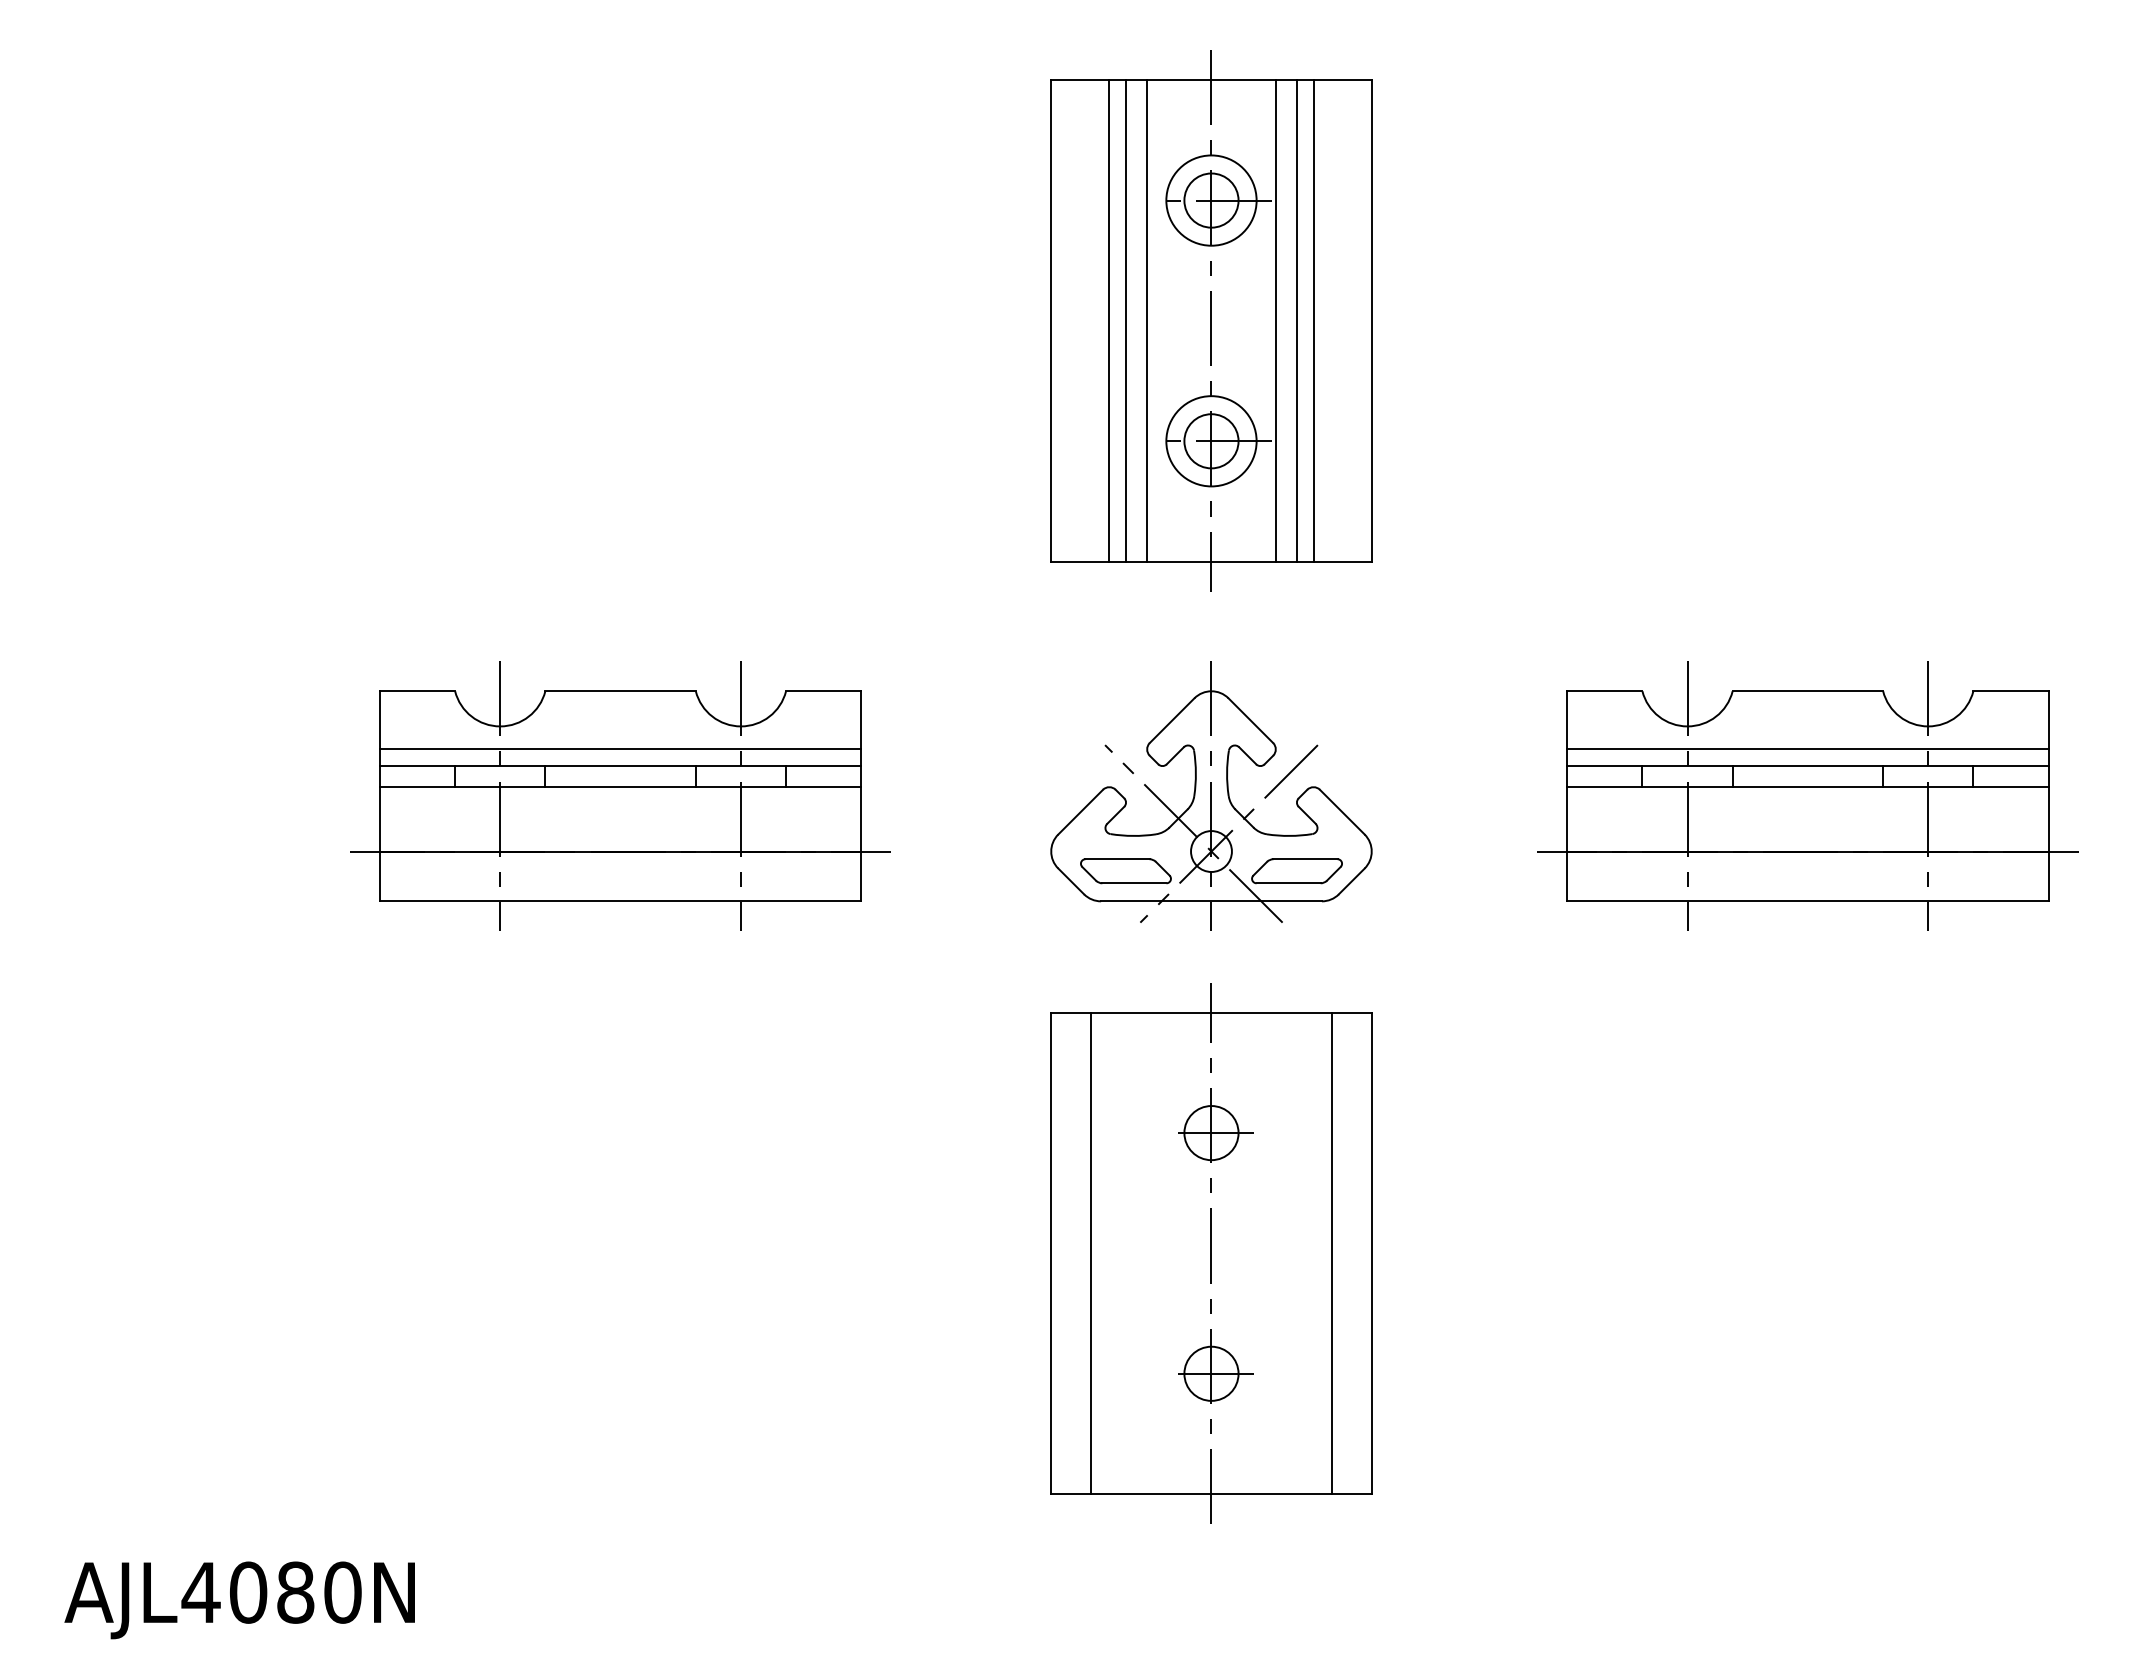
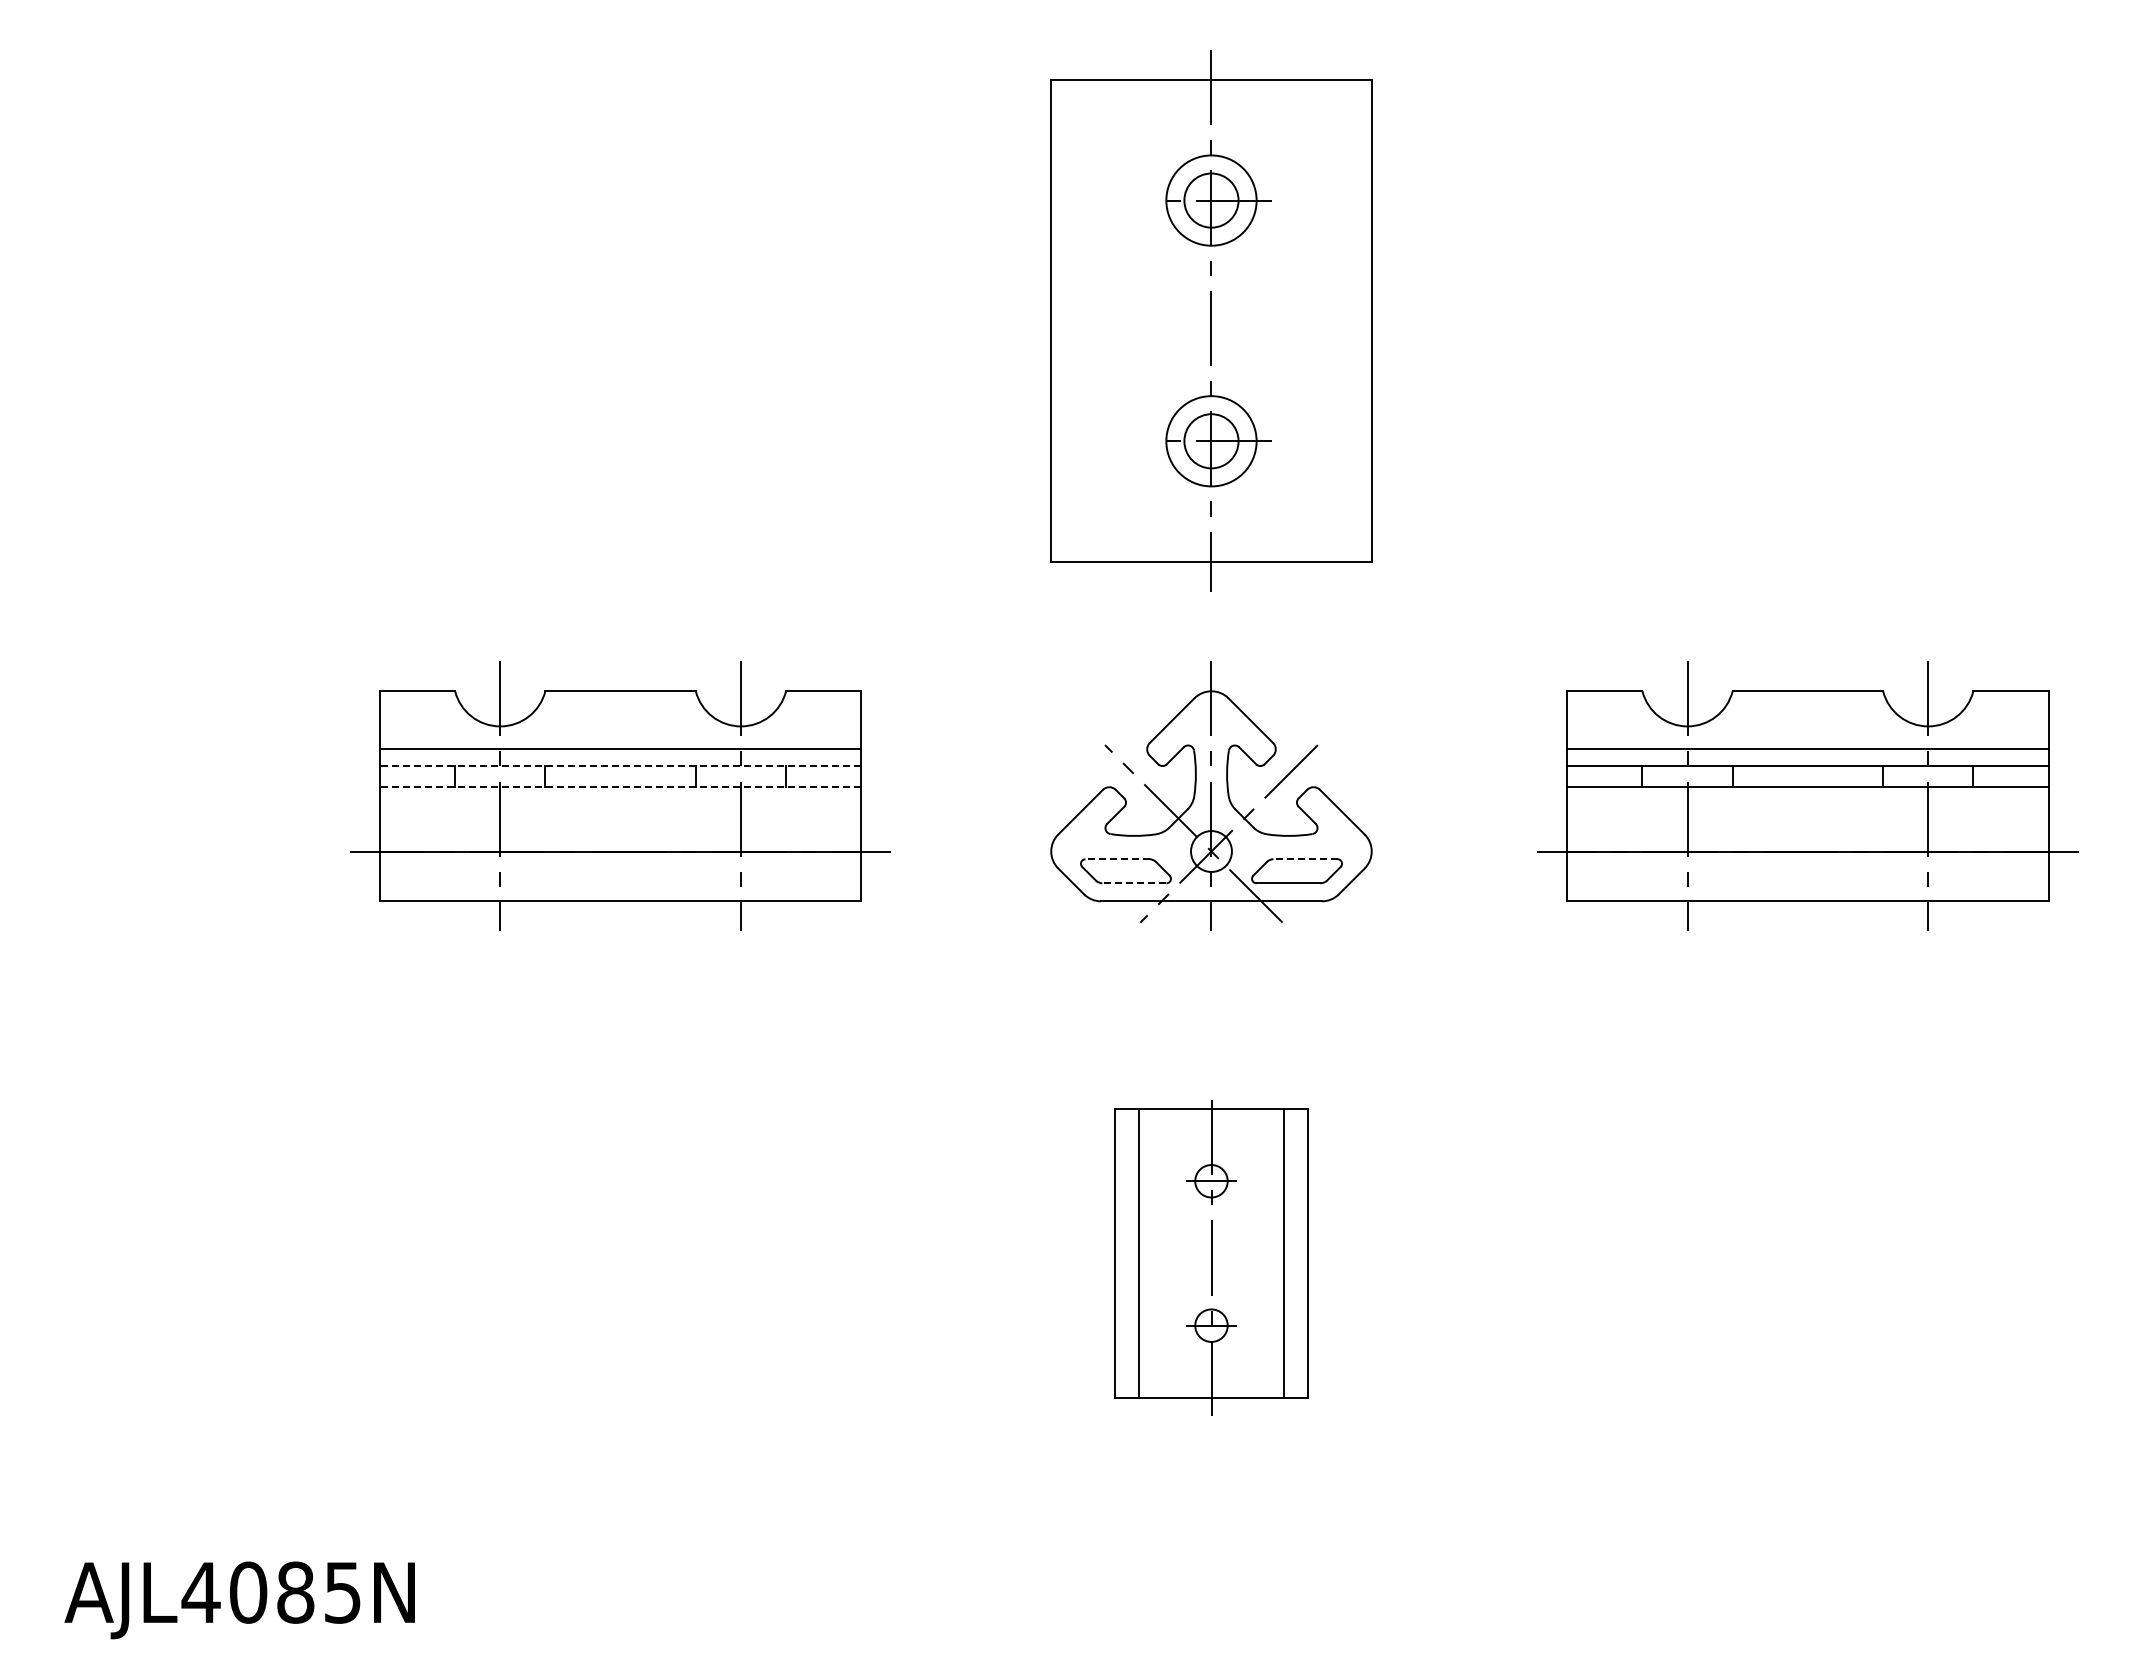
line at (1109, 320): present -> none
line at (1126, 320): present -> none
line at (1147, 320): present -> none
line at (1275, 320): present -> none
line at (1296, 320): present -> none
line at (1313, 320): present -> none
line at (620, 766): solid -> dashed
line at (620, 787): solid -> dashed
line at (1117, 859): solid -> dashed
line at (1305, 859): solid -> dashed
line at (1133, 883): solid -> dashed
part at (1211, 1253) size: 323x541 px -> 195x316 px
text at (342, 1592): AJL4080N -> AJL4085N
